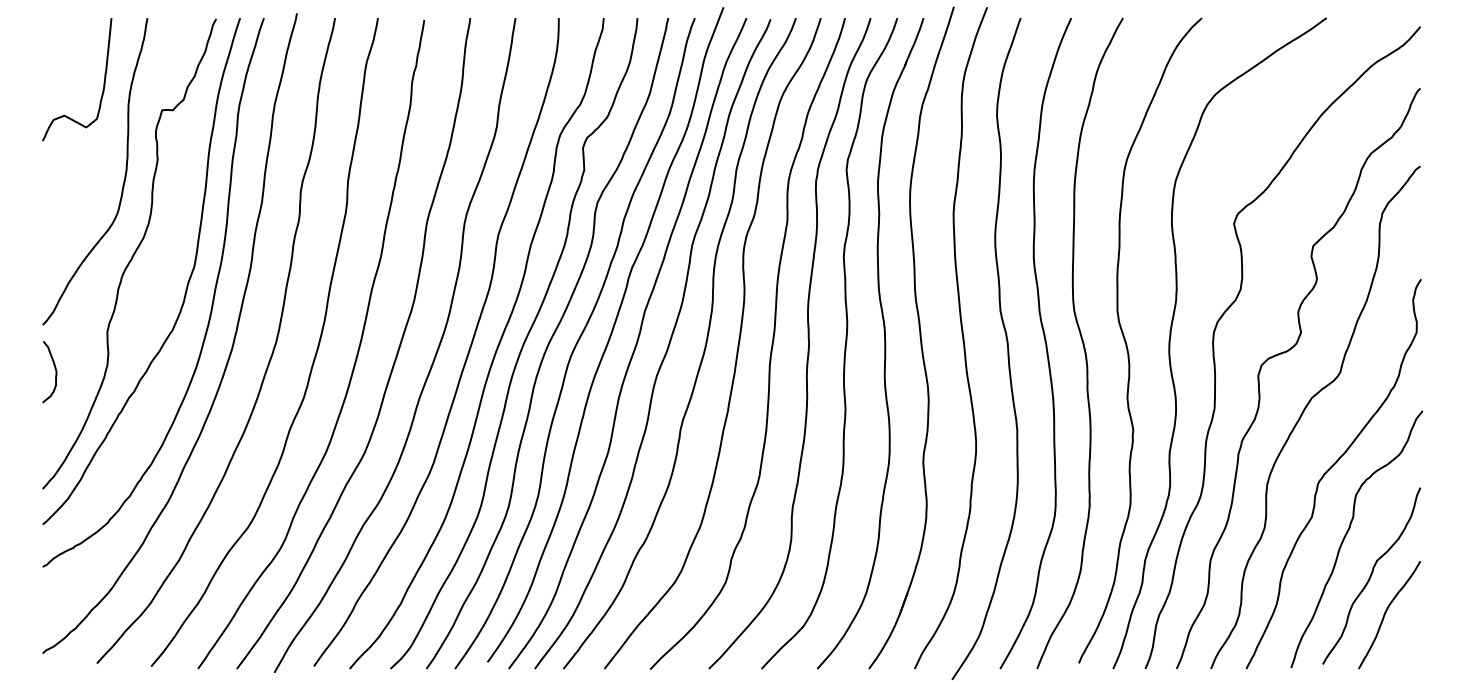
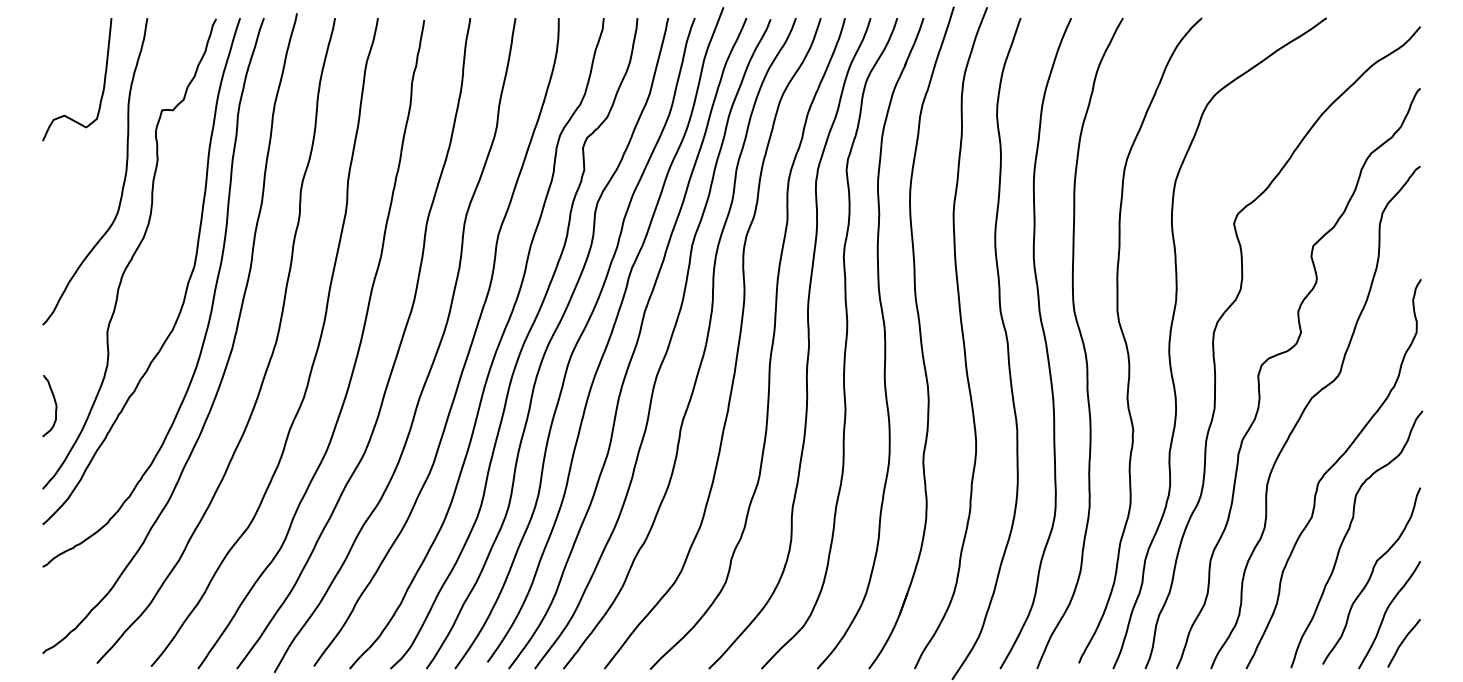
curve at (55, 372) position: (55, 372) -> (55, 406)
curve at (1403, 642): none -> present
